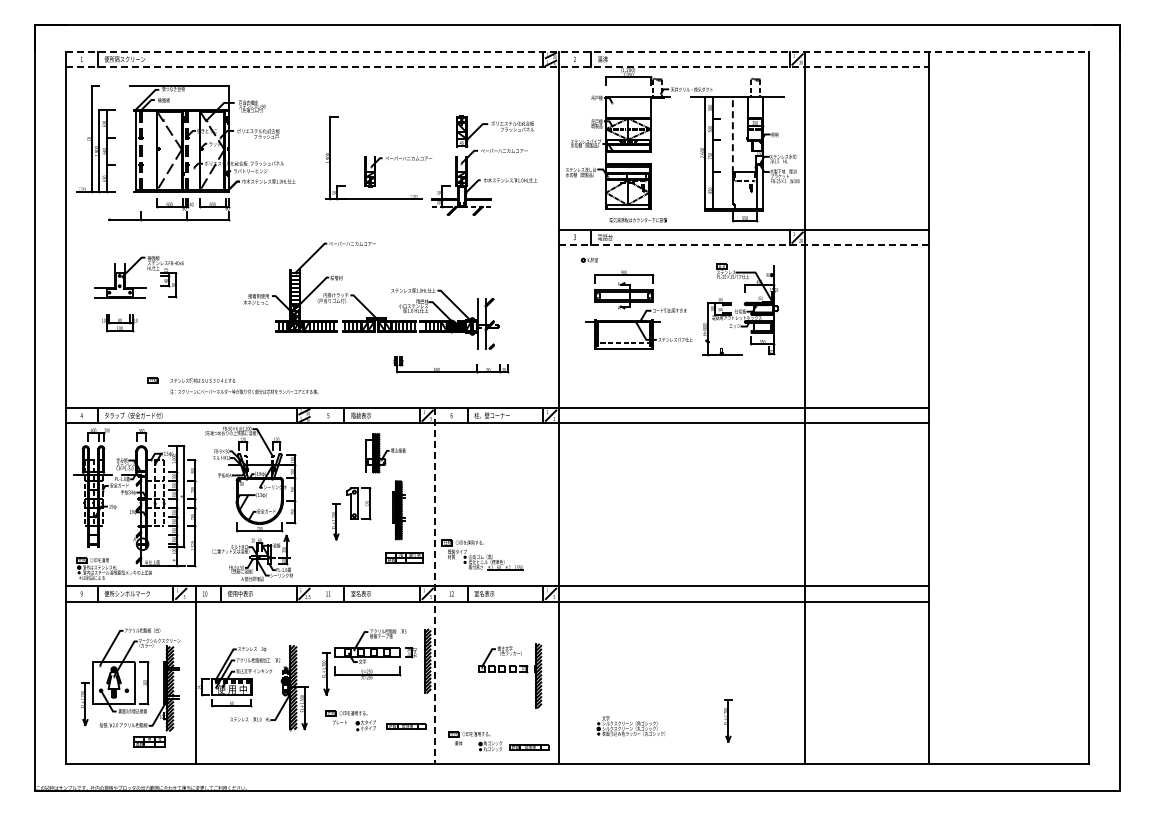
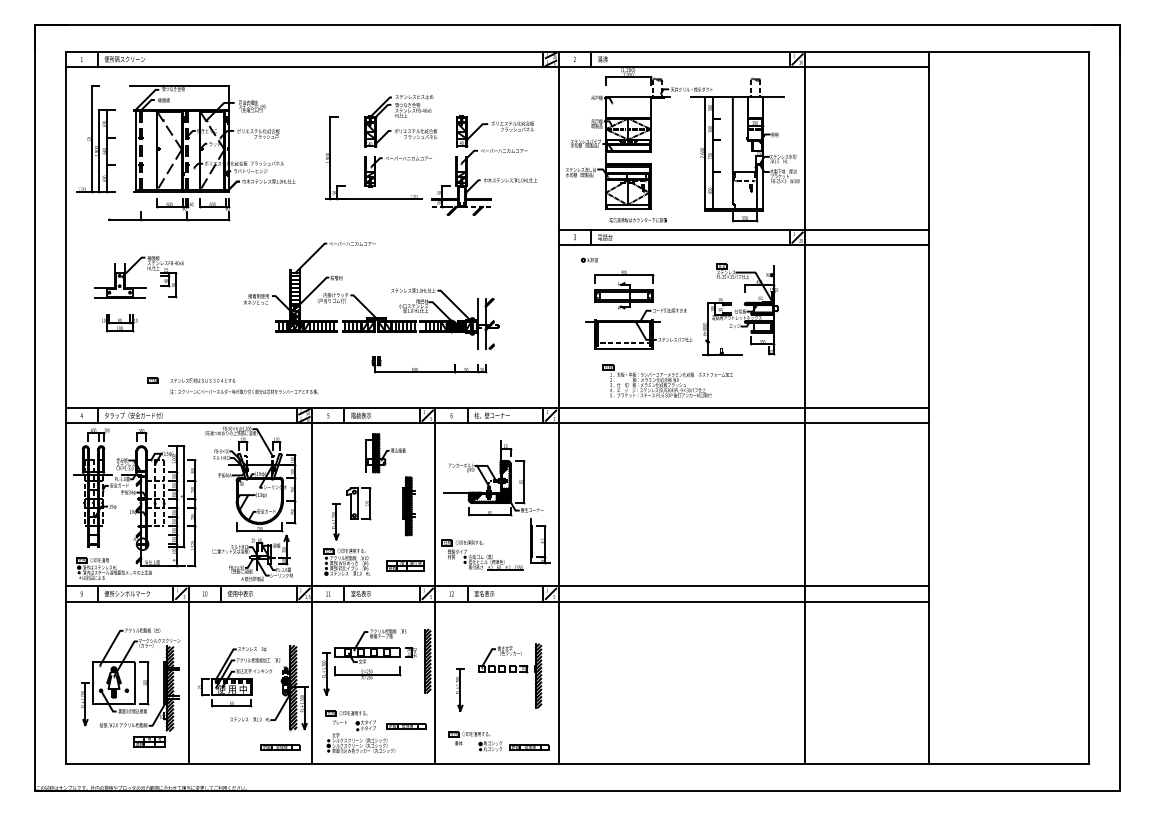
line at (577, 51): dashed -> solid
line at (497, 67): dashed -> solid
part at (400, 120): none -> present
line at (732, 134): dashed -> solid
line at (743, 245): dashed -> solid
part at (451, 371) position: (451, 371) -> (429, 371)
part at (667, 380): none -> present
part at (496, 502): none -> present
part at (398, 510) position: (398, 510) -> (408, 506)
part at (404, 557) position: (404, 557) -> (405, 565)
part at (346, 561): none -> present
line at (312, 586): none -> present
line at (435, 586): dashed -> solid
line at (195, 675) position: (195, 675) -> (188, 675)
part at (728, 720) position: (728, 720) -> (460, 689)
part at (630, 726) position: (630, 726) -> (360, 743)
part at (280, 747): none -> present
